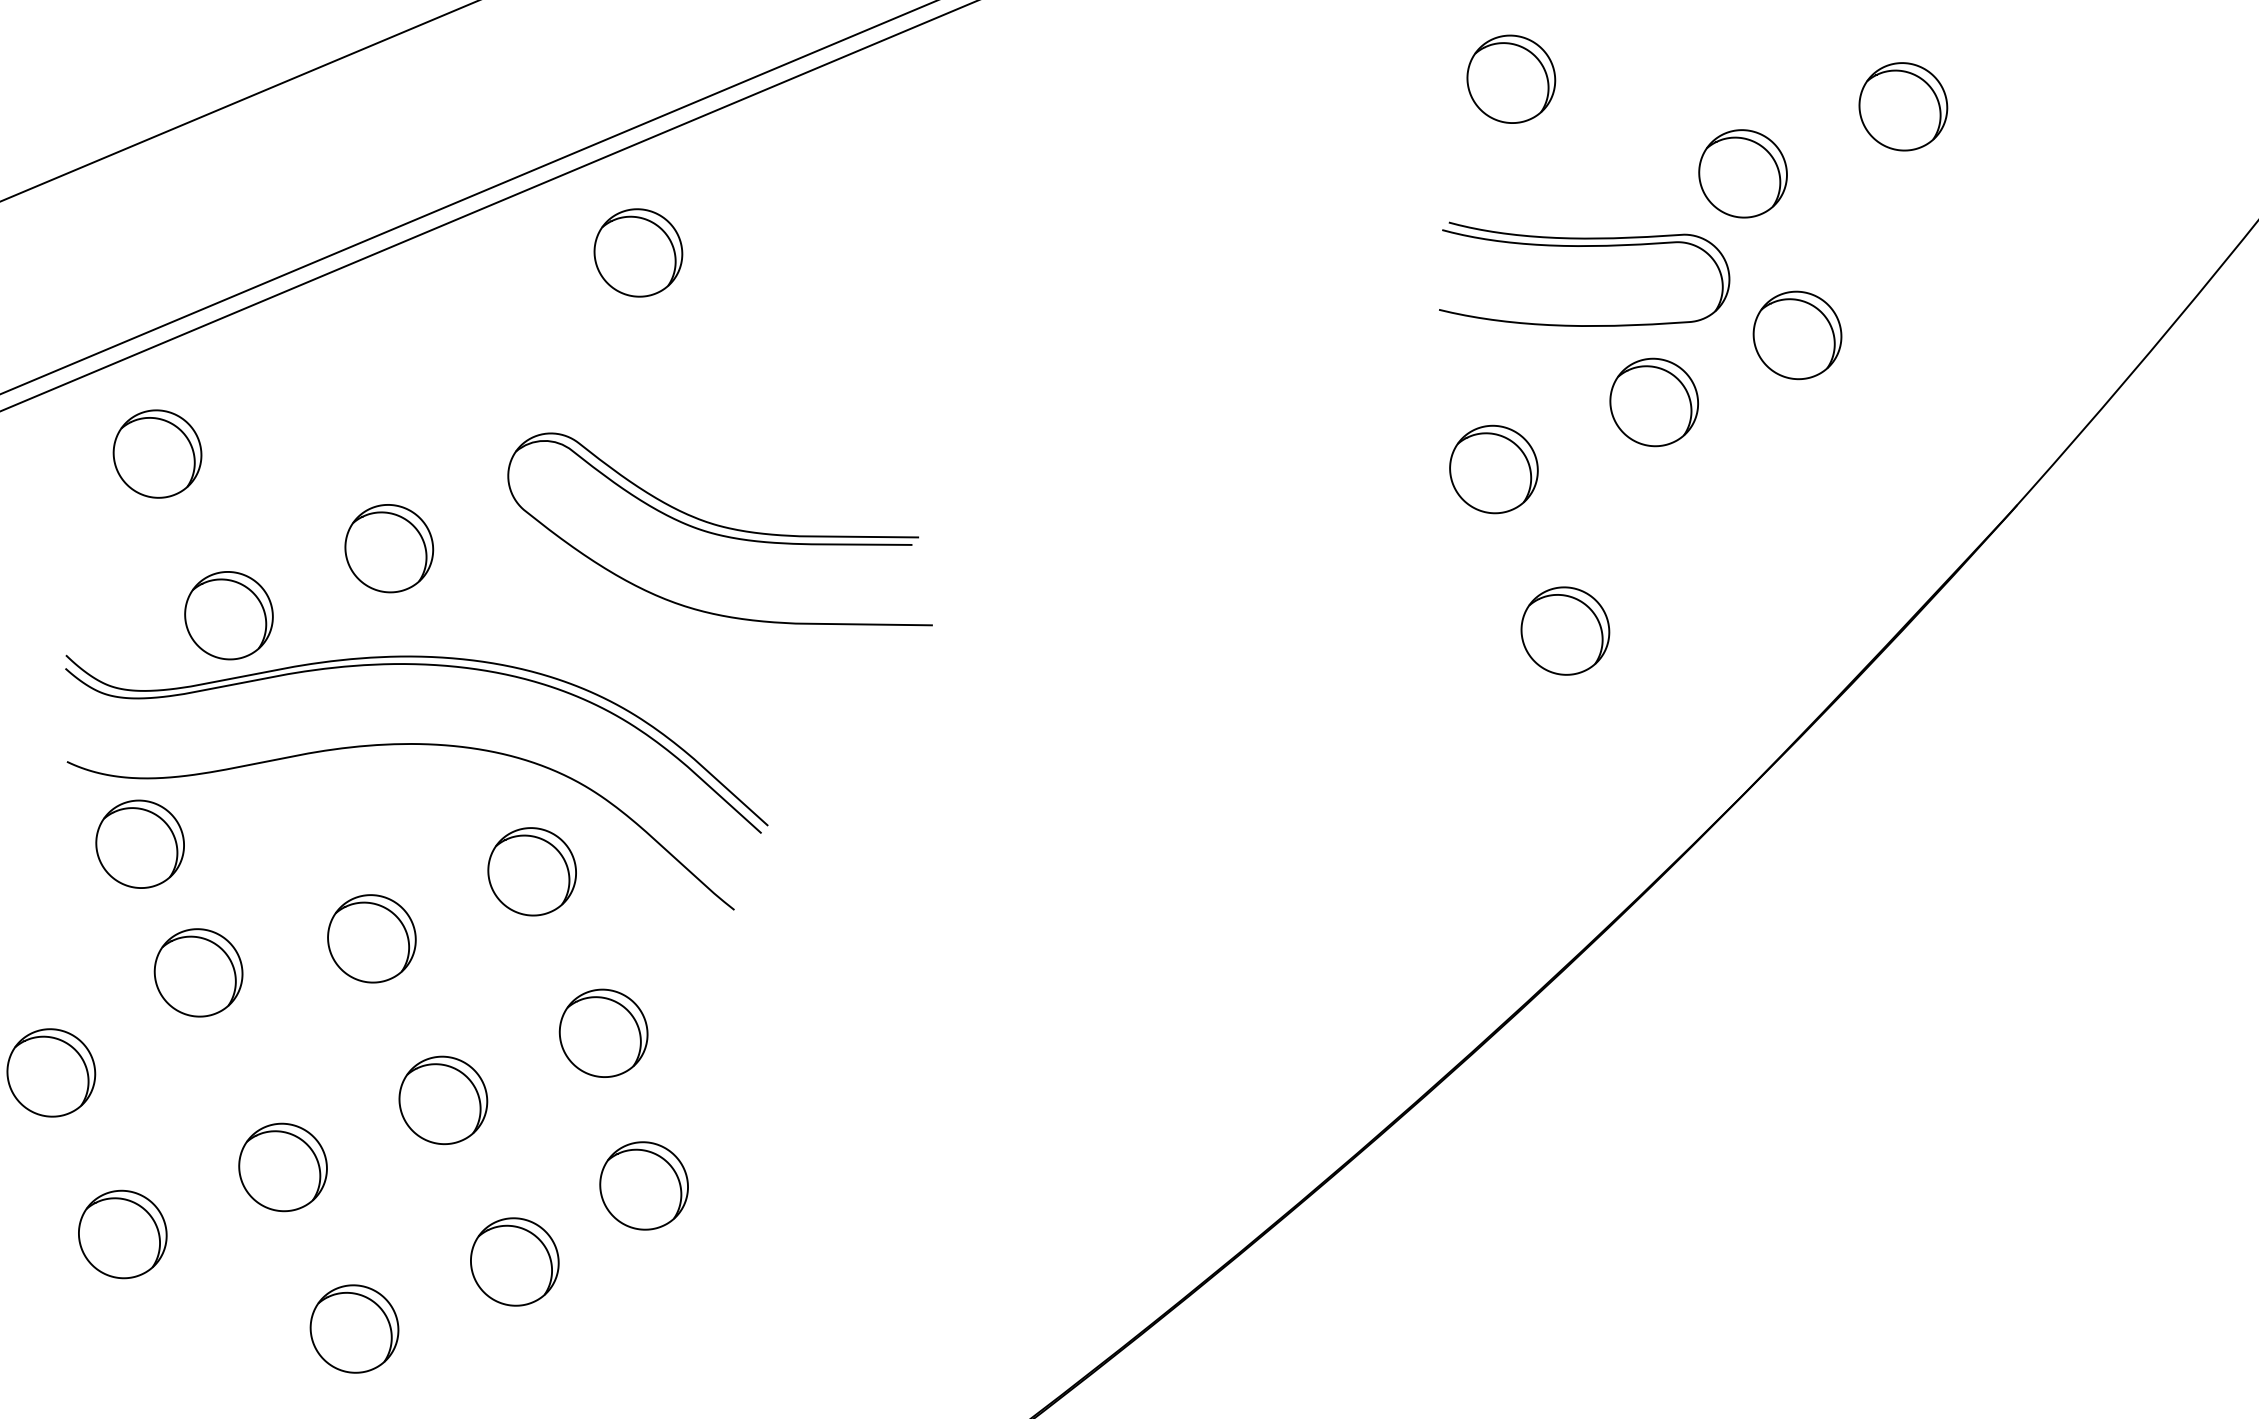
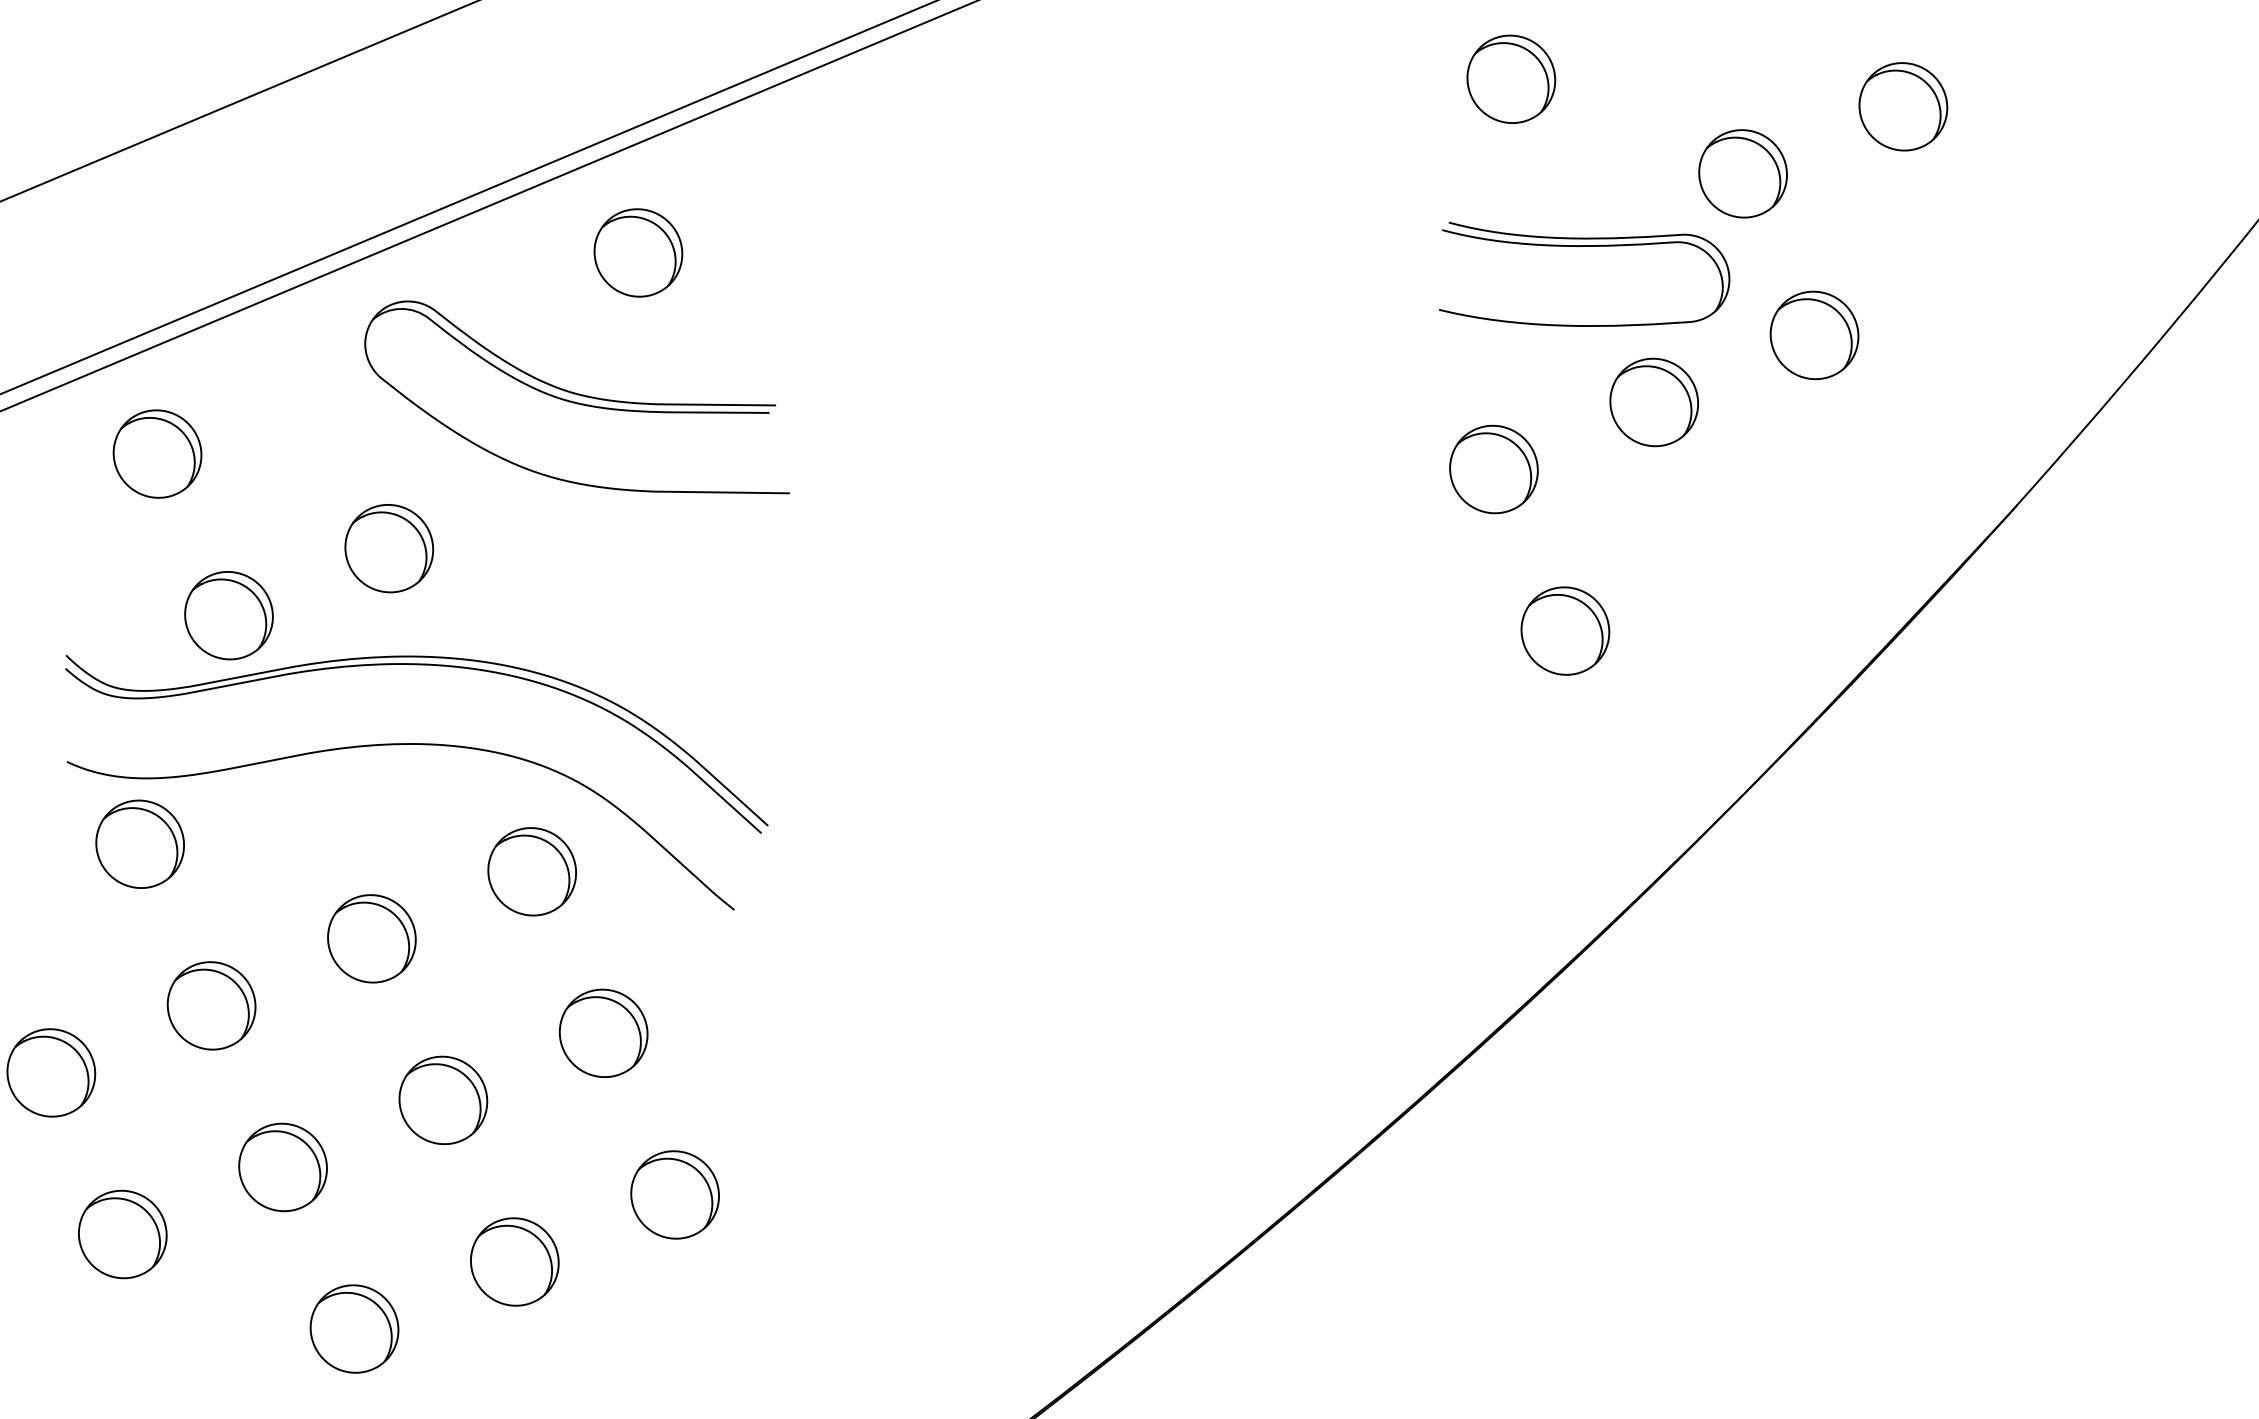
part at (1797, 335) position: (1797, 335) -> (1814, 335)
part at (719, 529) position: (719, 529) -> (576, 397)
part at (198, 972) position: (198, 972) -> (211, 1005)
part at (643, 1185) position: (643, 1185) -> (674, 1194)
